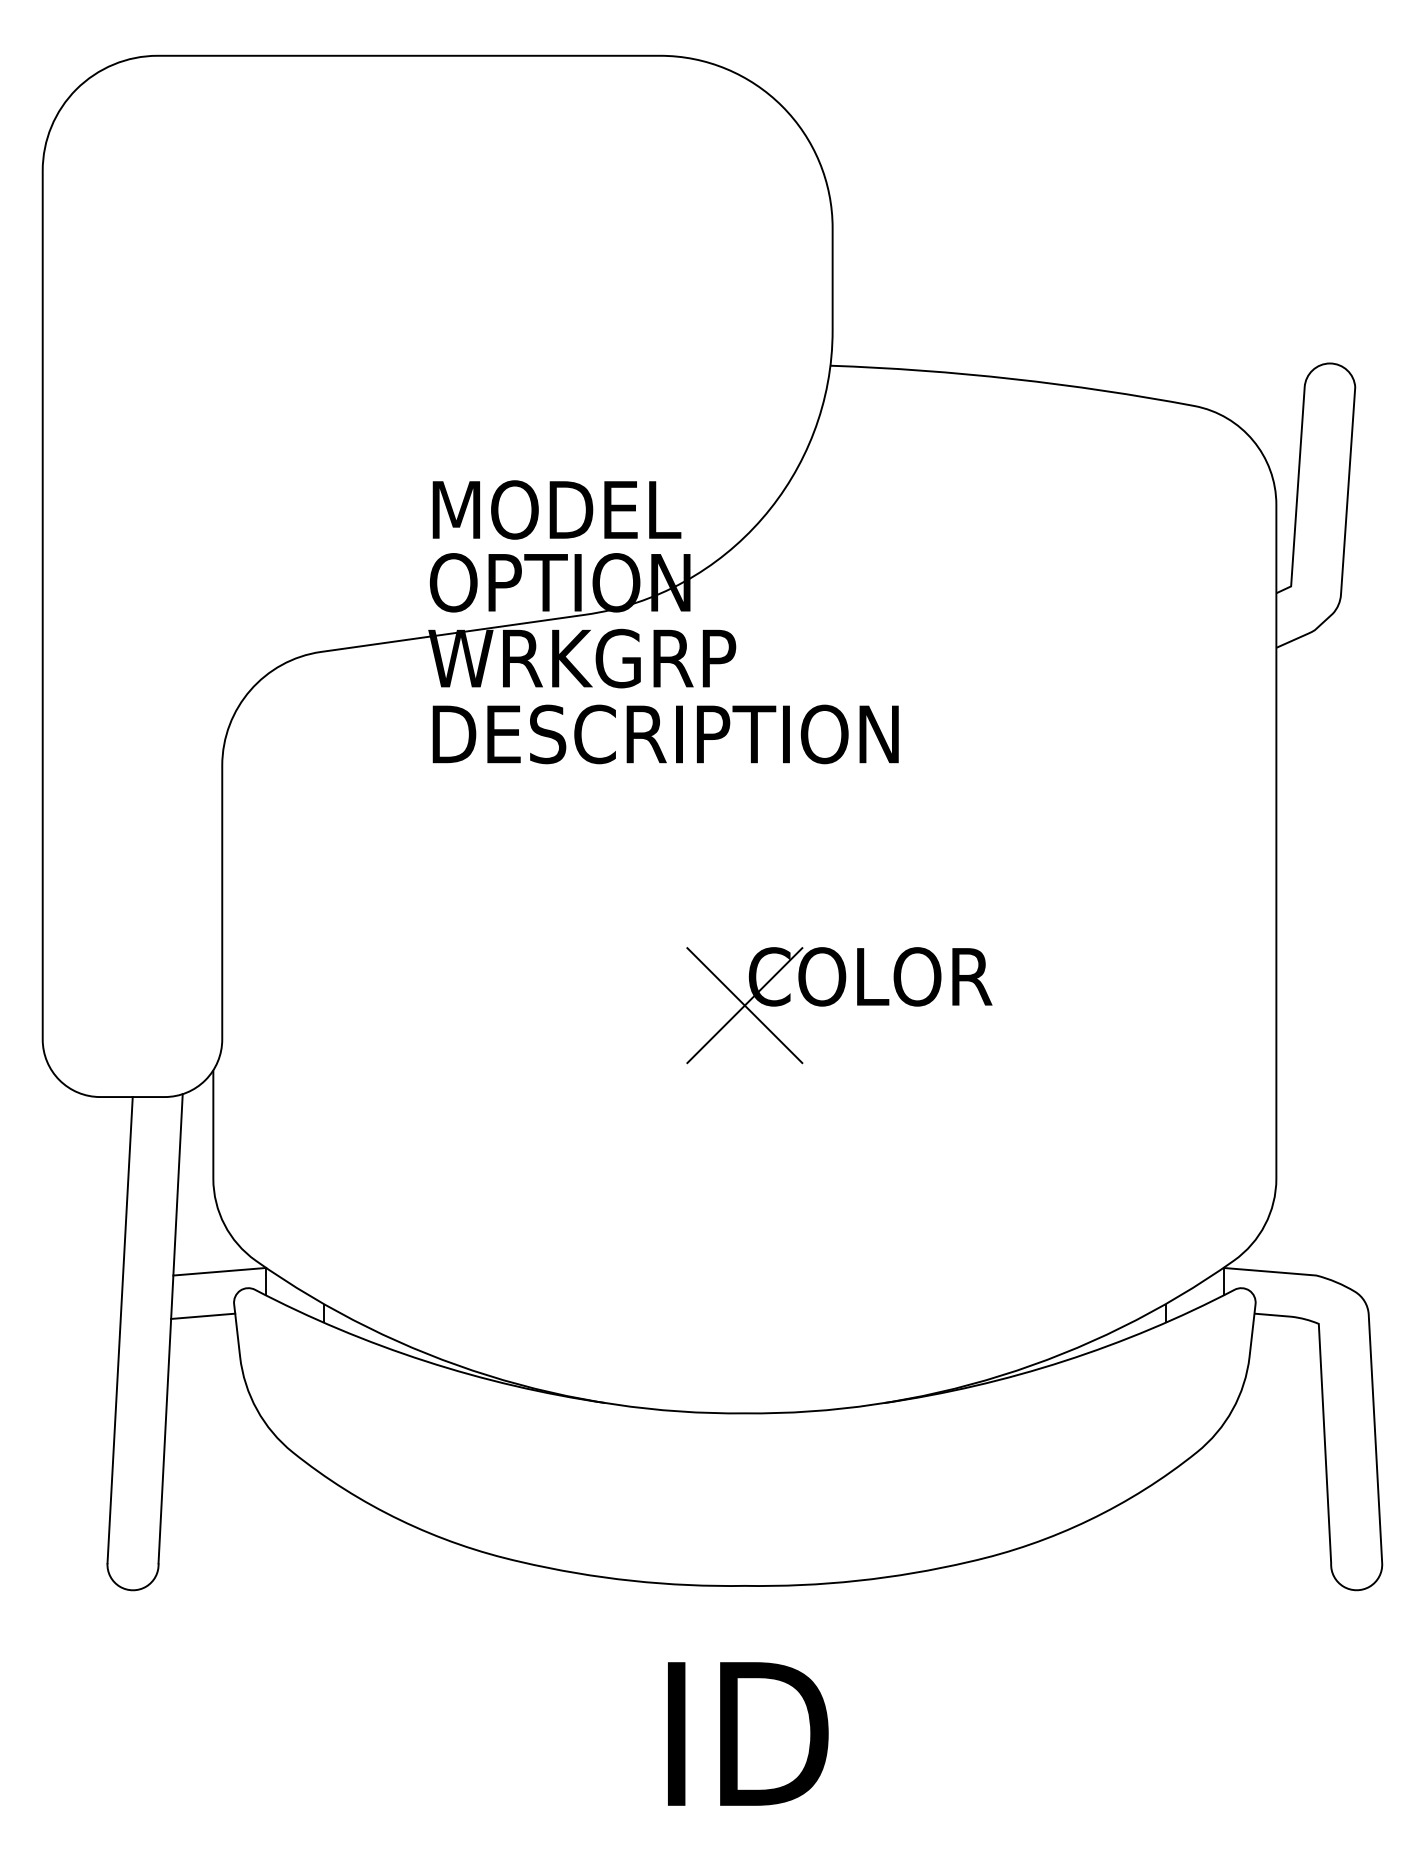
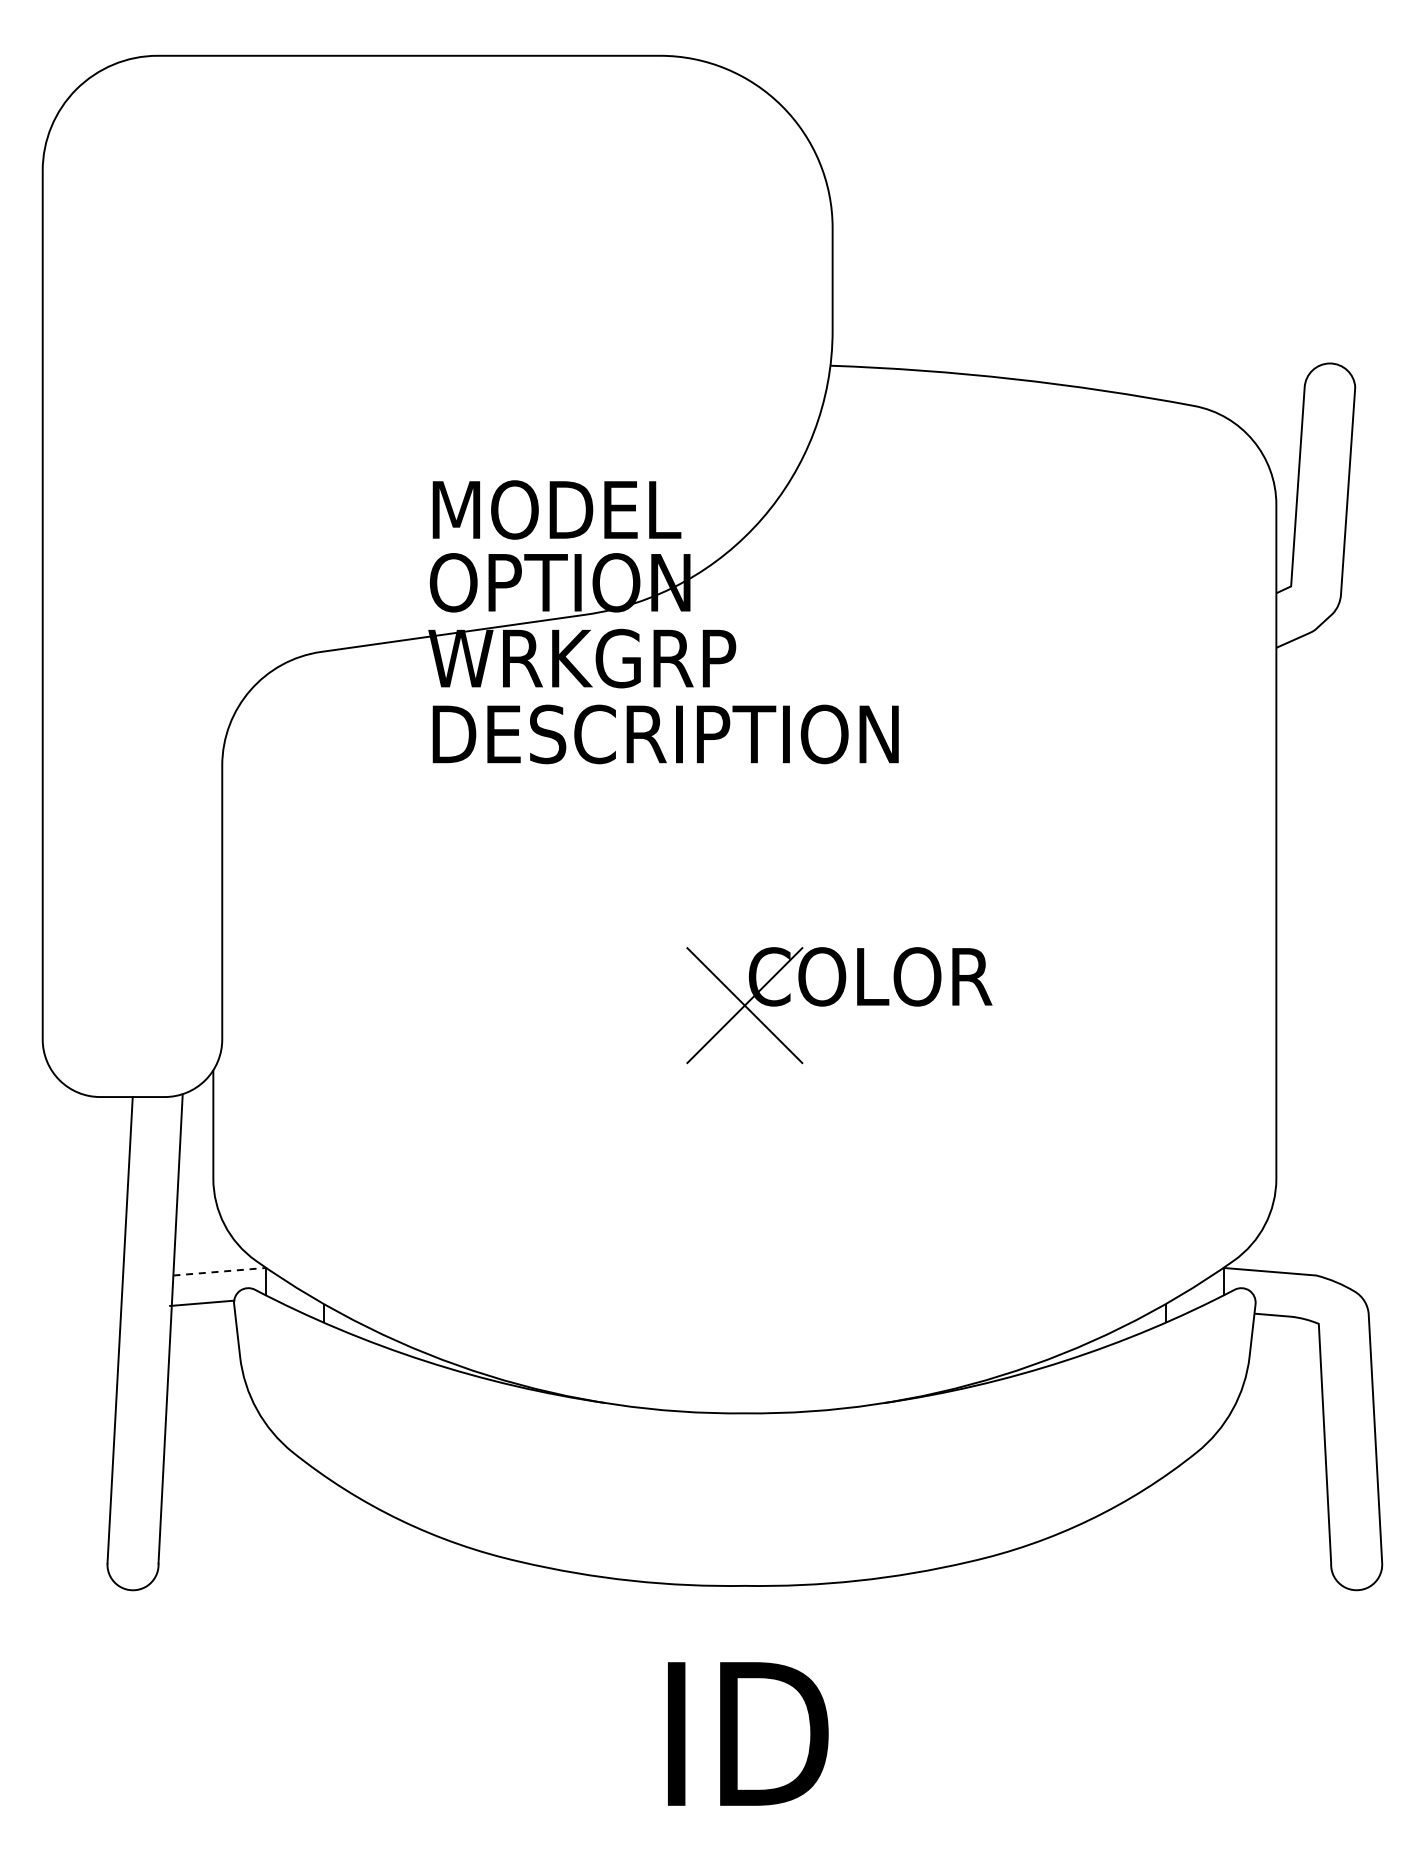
line at (219, 1271): solid -> dashed
line at (203, 1315) position: (203, 1315) -> (202, 1302)
